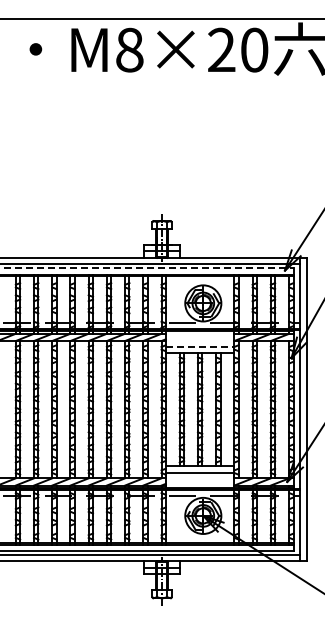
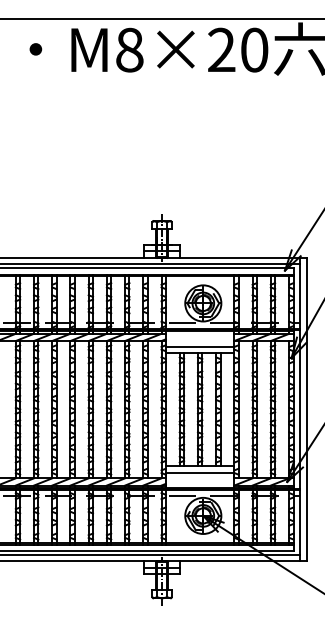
line at (147, 268): dashed -> solid
line at (200, 346): dashed -> solid
